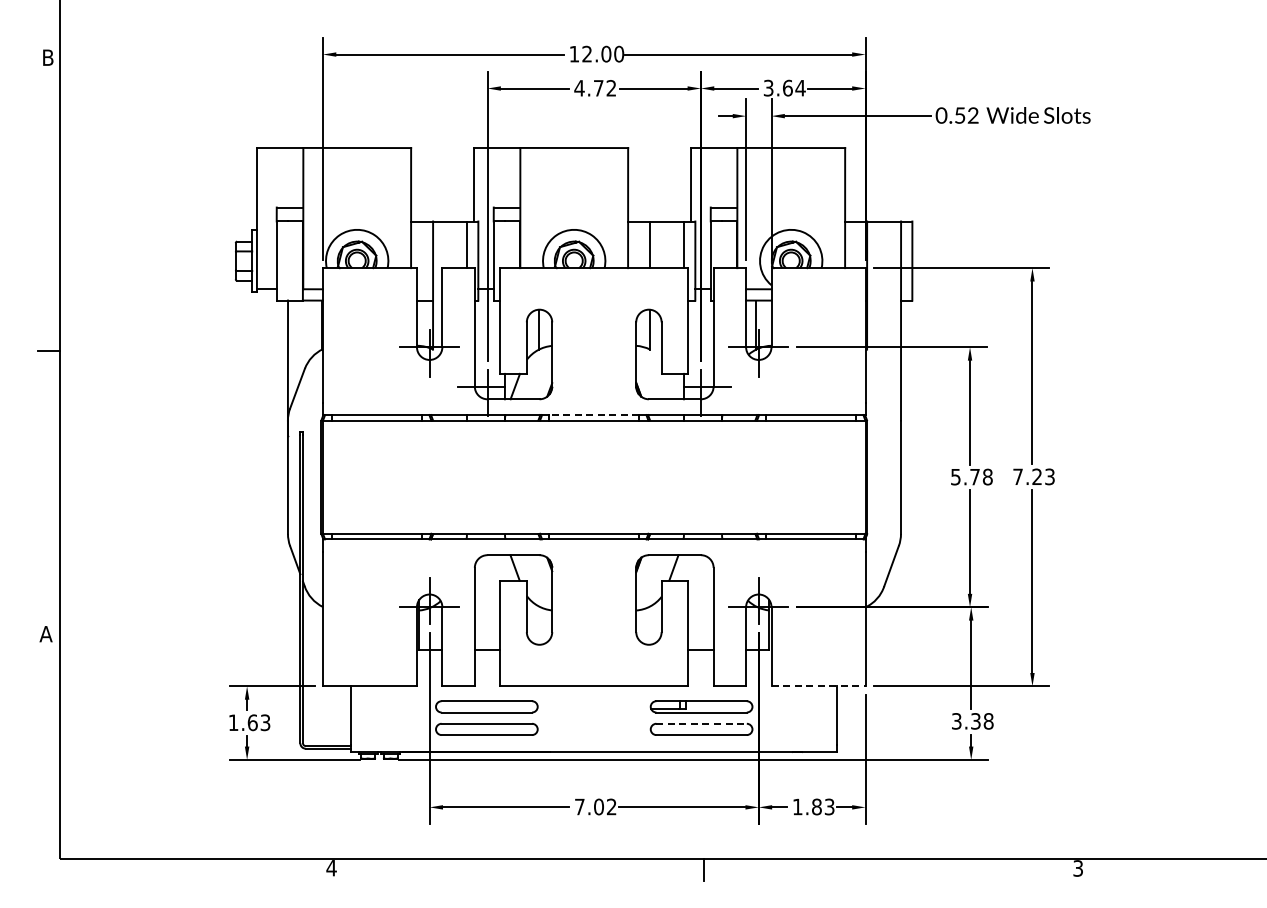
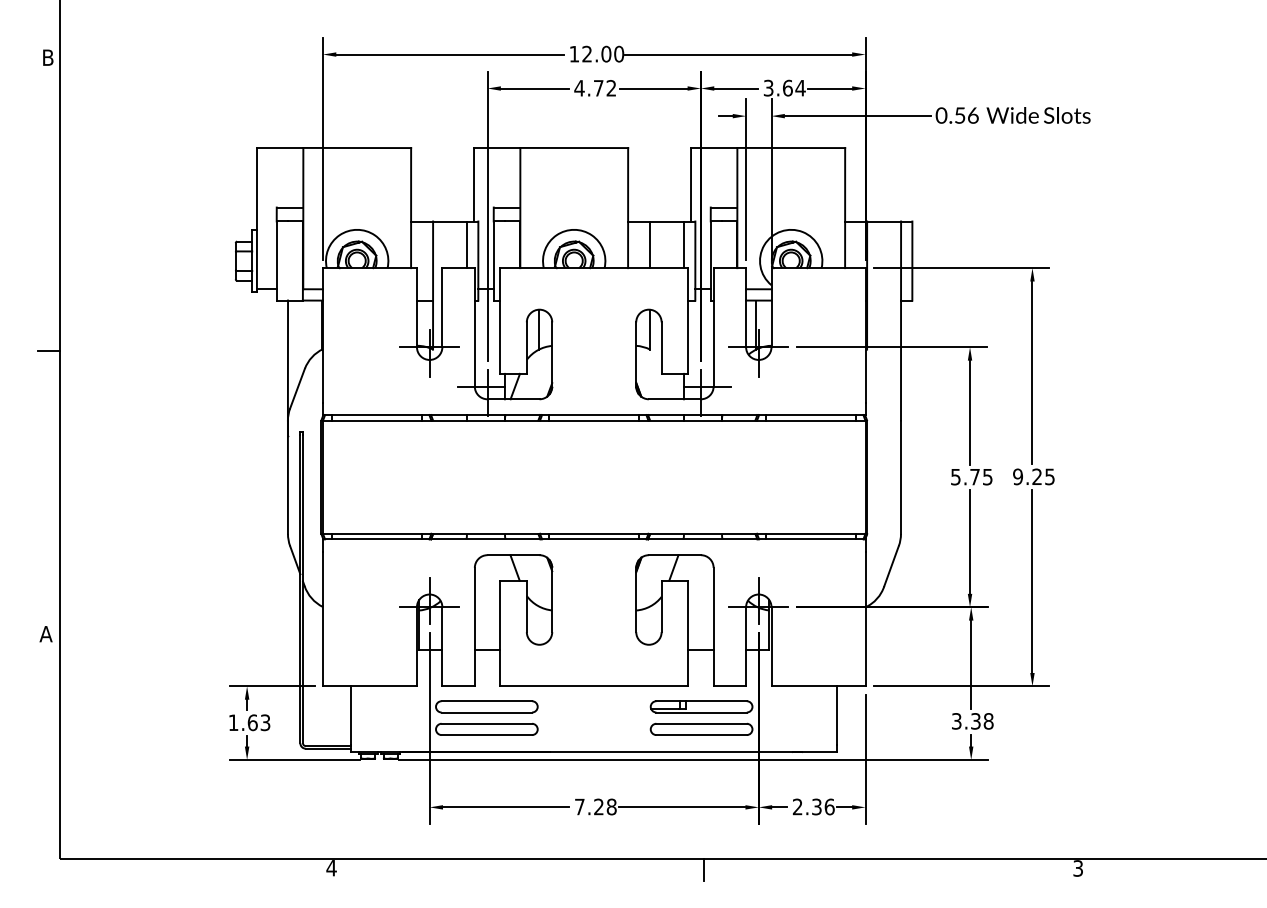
text at (972, 115): 0.52 -> 0.56
line at (593, 415): dashed -> solid
text at (987, 476): 5.78 -> 5.75
text at (1033, 476): 7.23 -> 9.25
line at (818, 686): dashed -> solid
line at (702, 723): dashed -> solid
text at (605, 806): 7.02 -> 7.28
text at (813, 806): 1.83 -> 2.36
